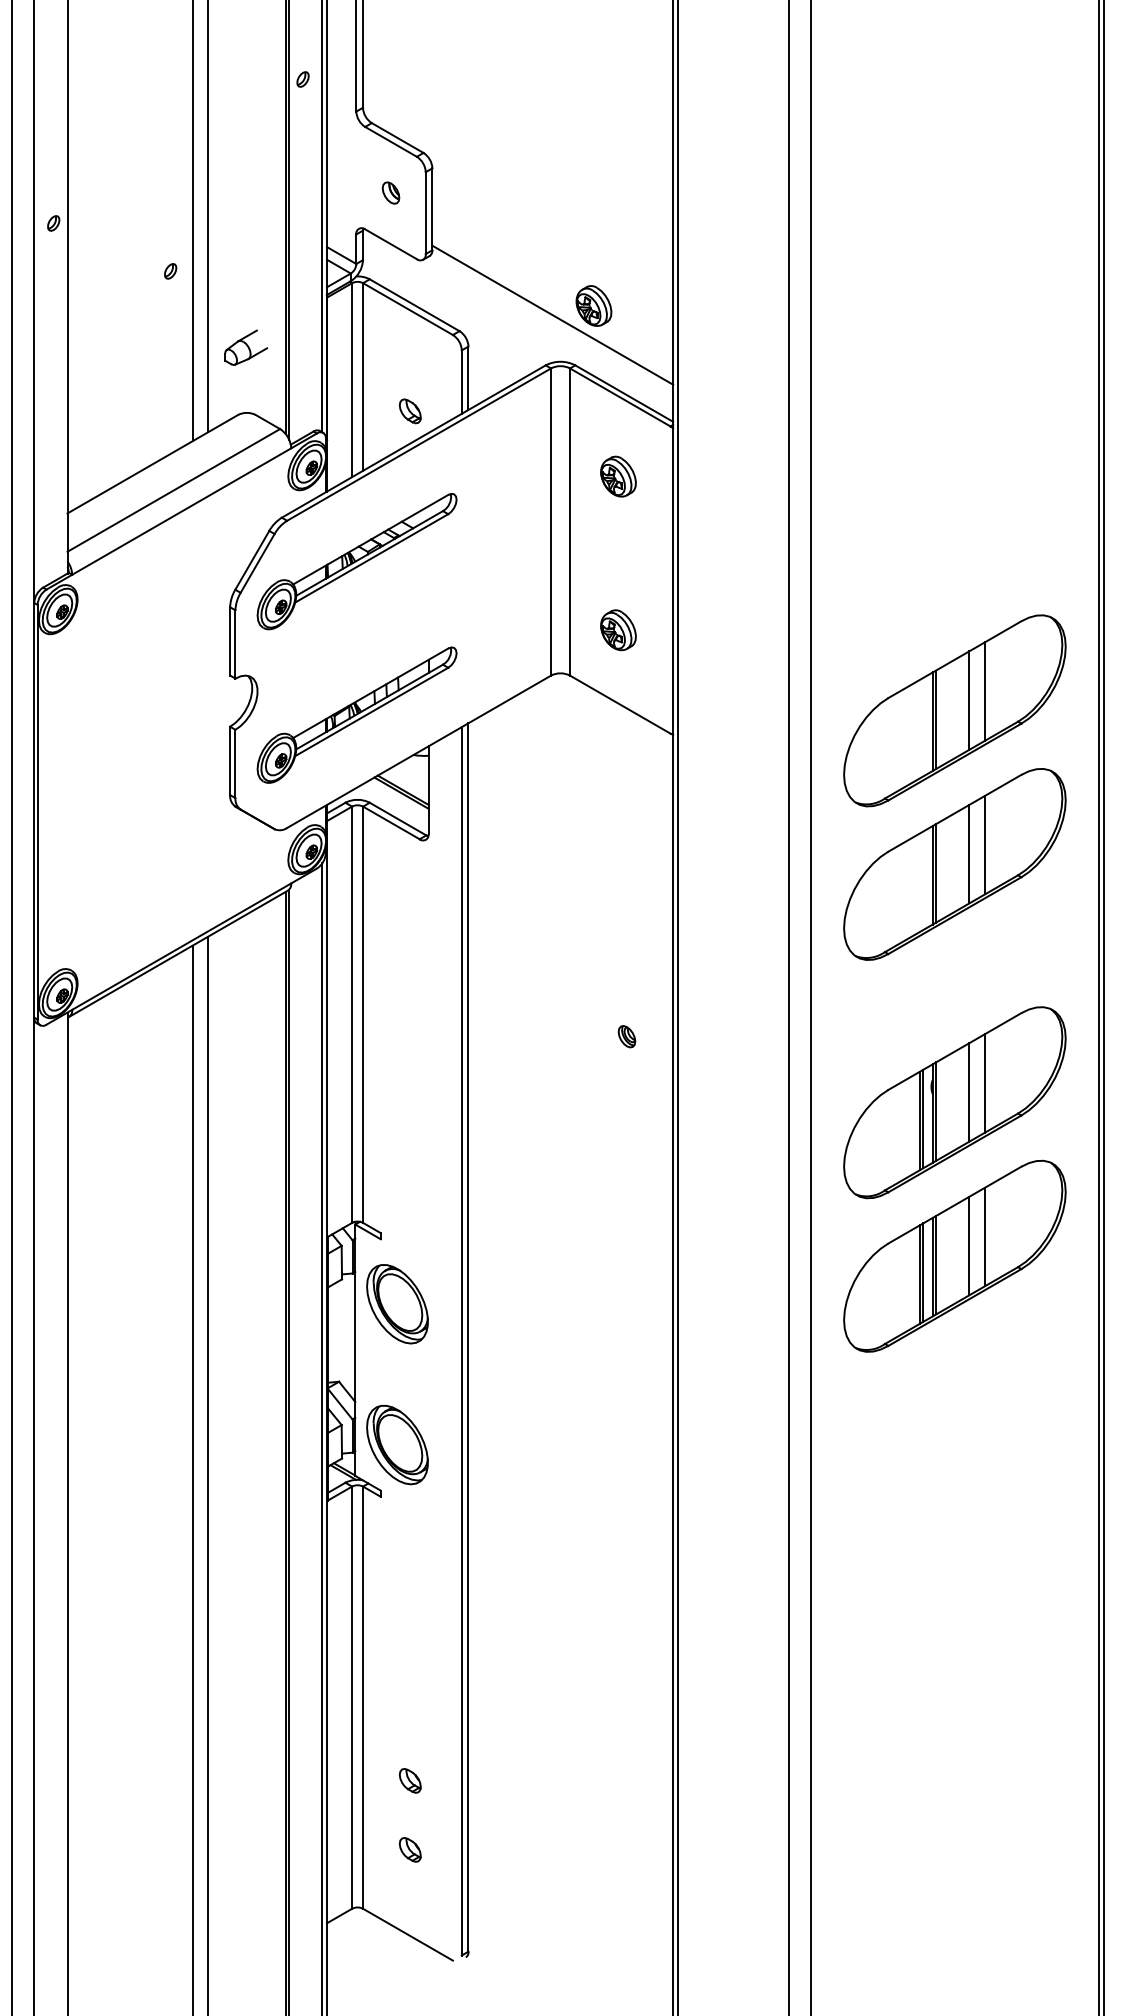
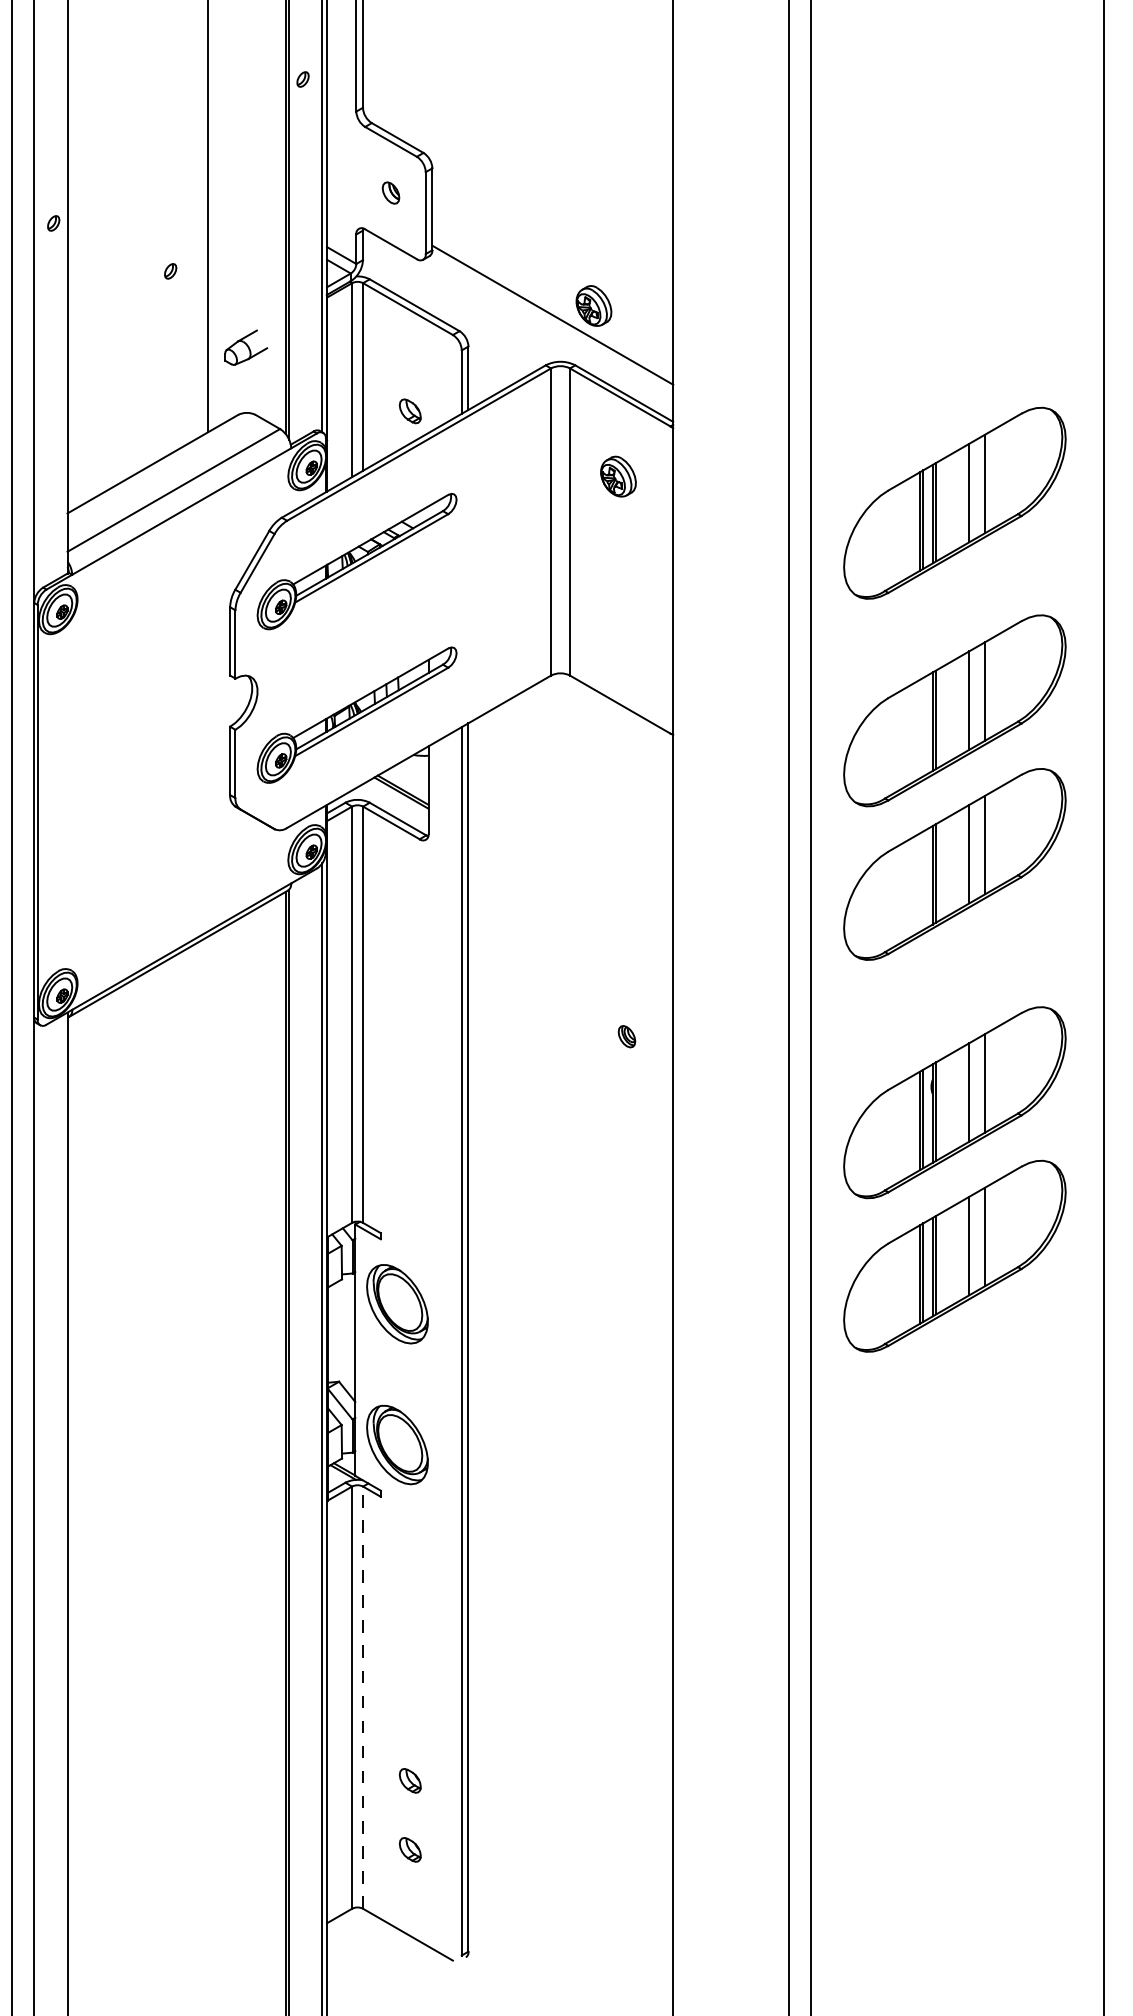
line at (192, 221): present -> none
part at (954, 502): none -> present
part at (618, 630): present -> none
line at (677, 1007): present -> none
line at (1098, 1007): present -> none
line at (208, 1474): present -> none
line at (192, 1478): present -> none
line at (363, 1697): solid -> dashed
